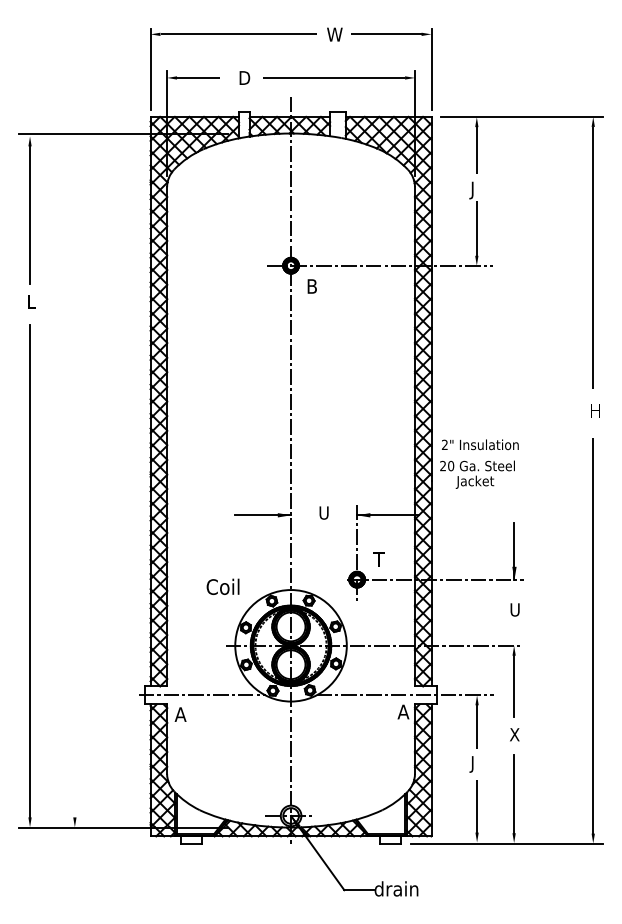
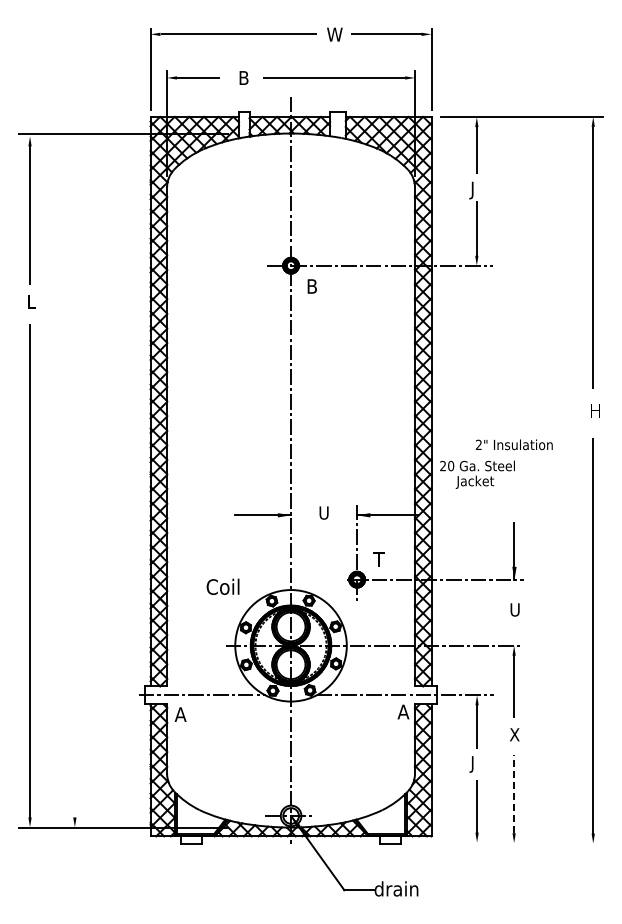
text at (245, 78): D -> B
text at (480, 444) position: (480, 444) -> (514, 444)
line at (514, 793): solid -> dashed
line at (507, 843): present -> none
